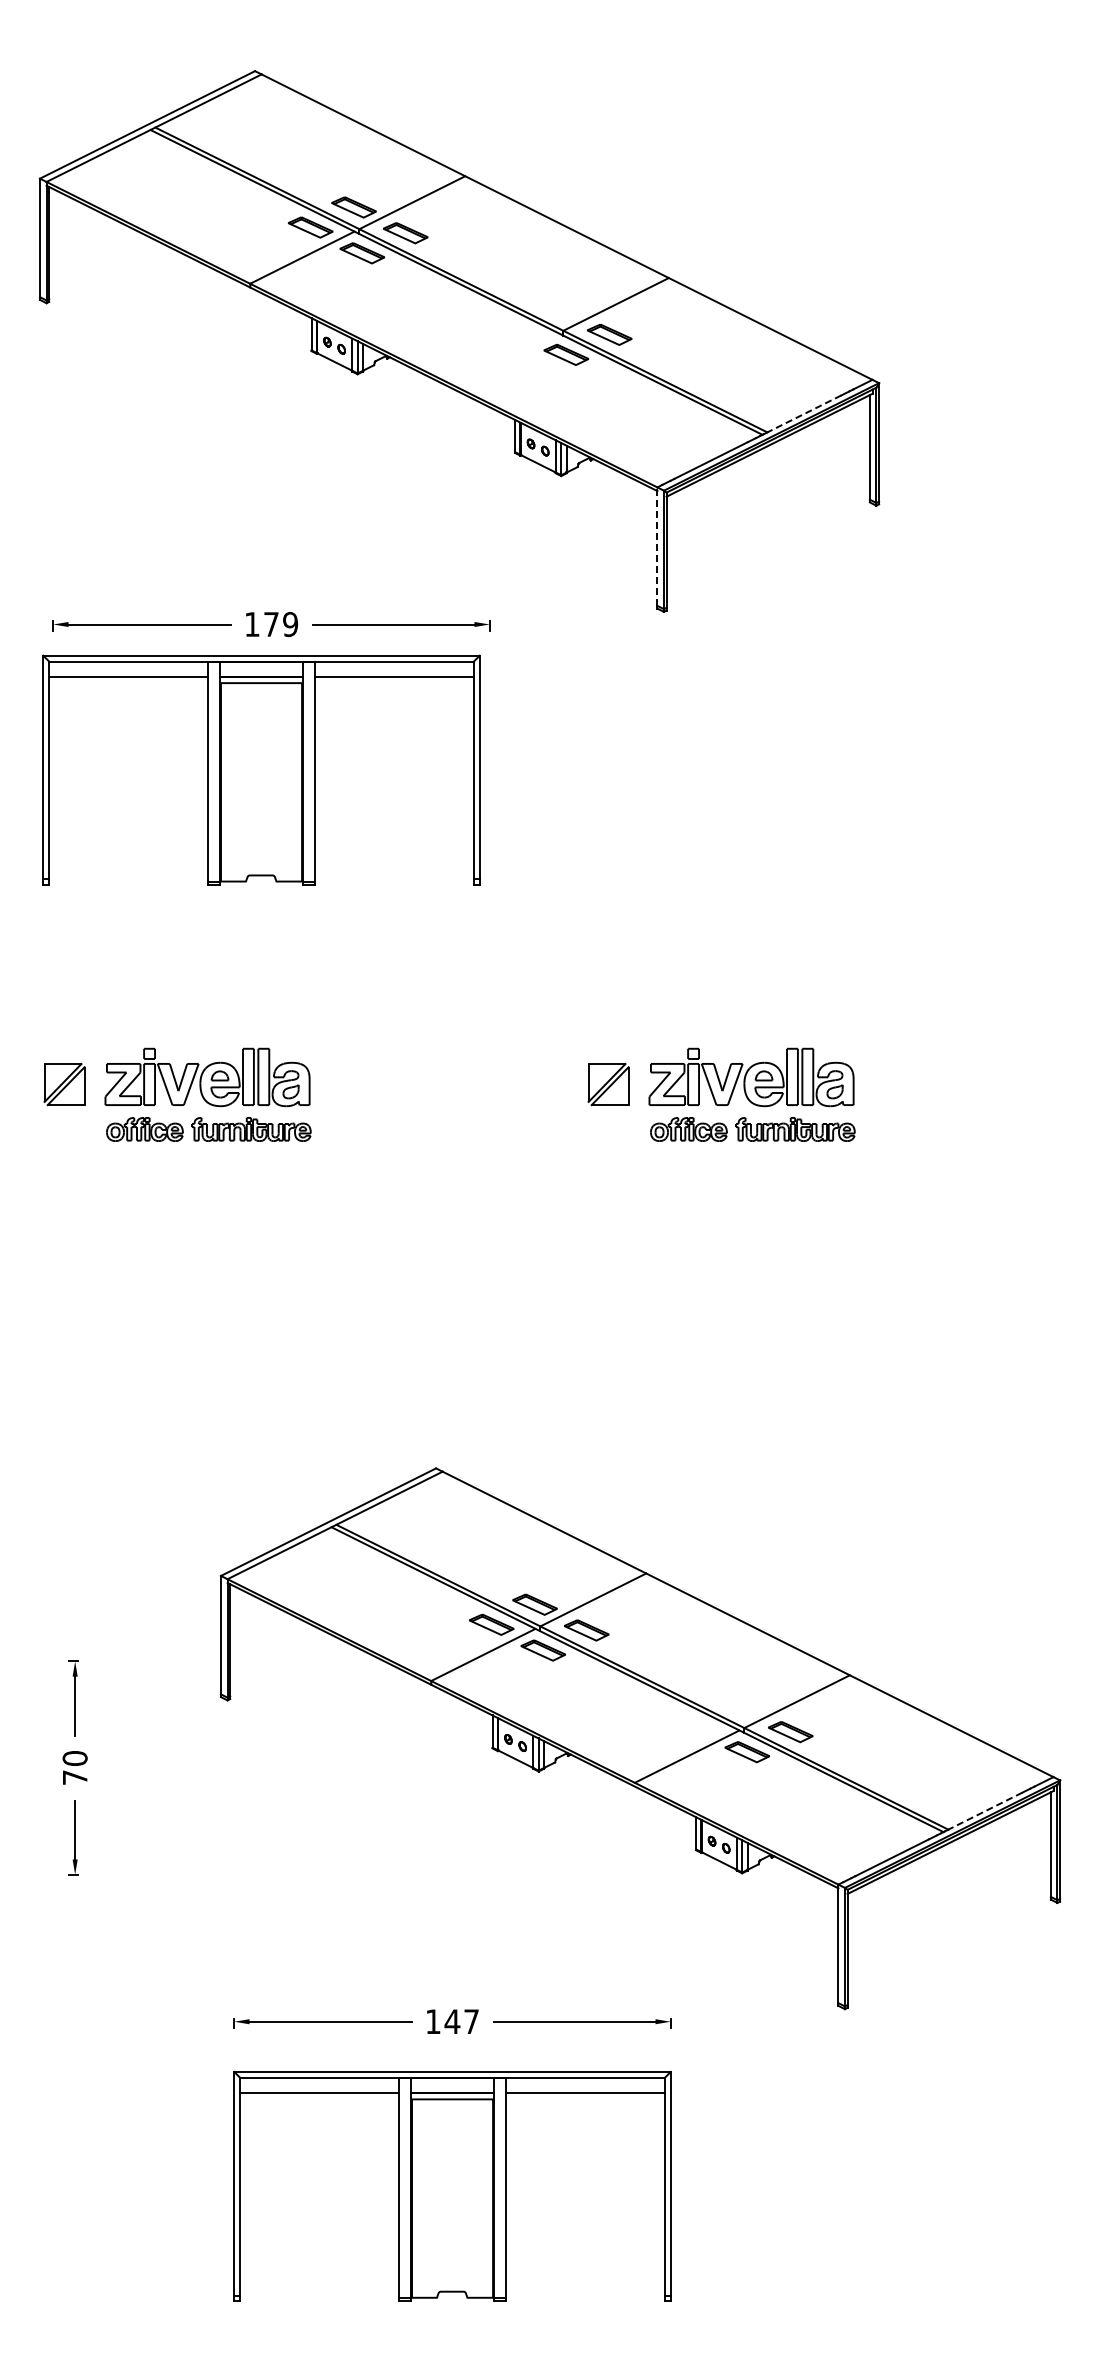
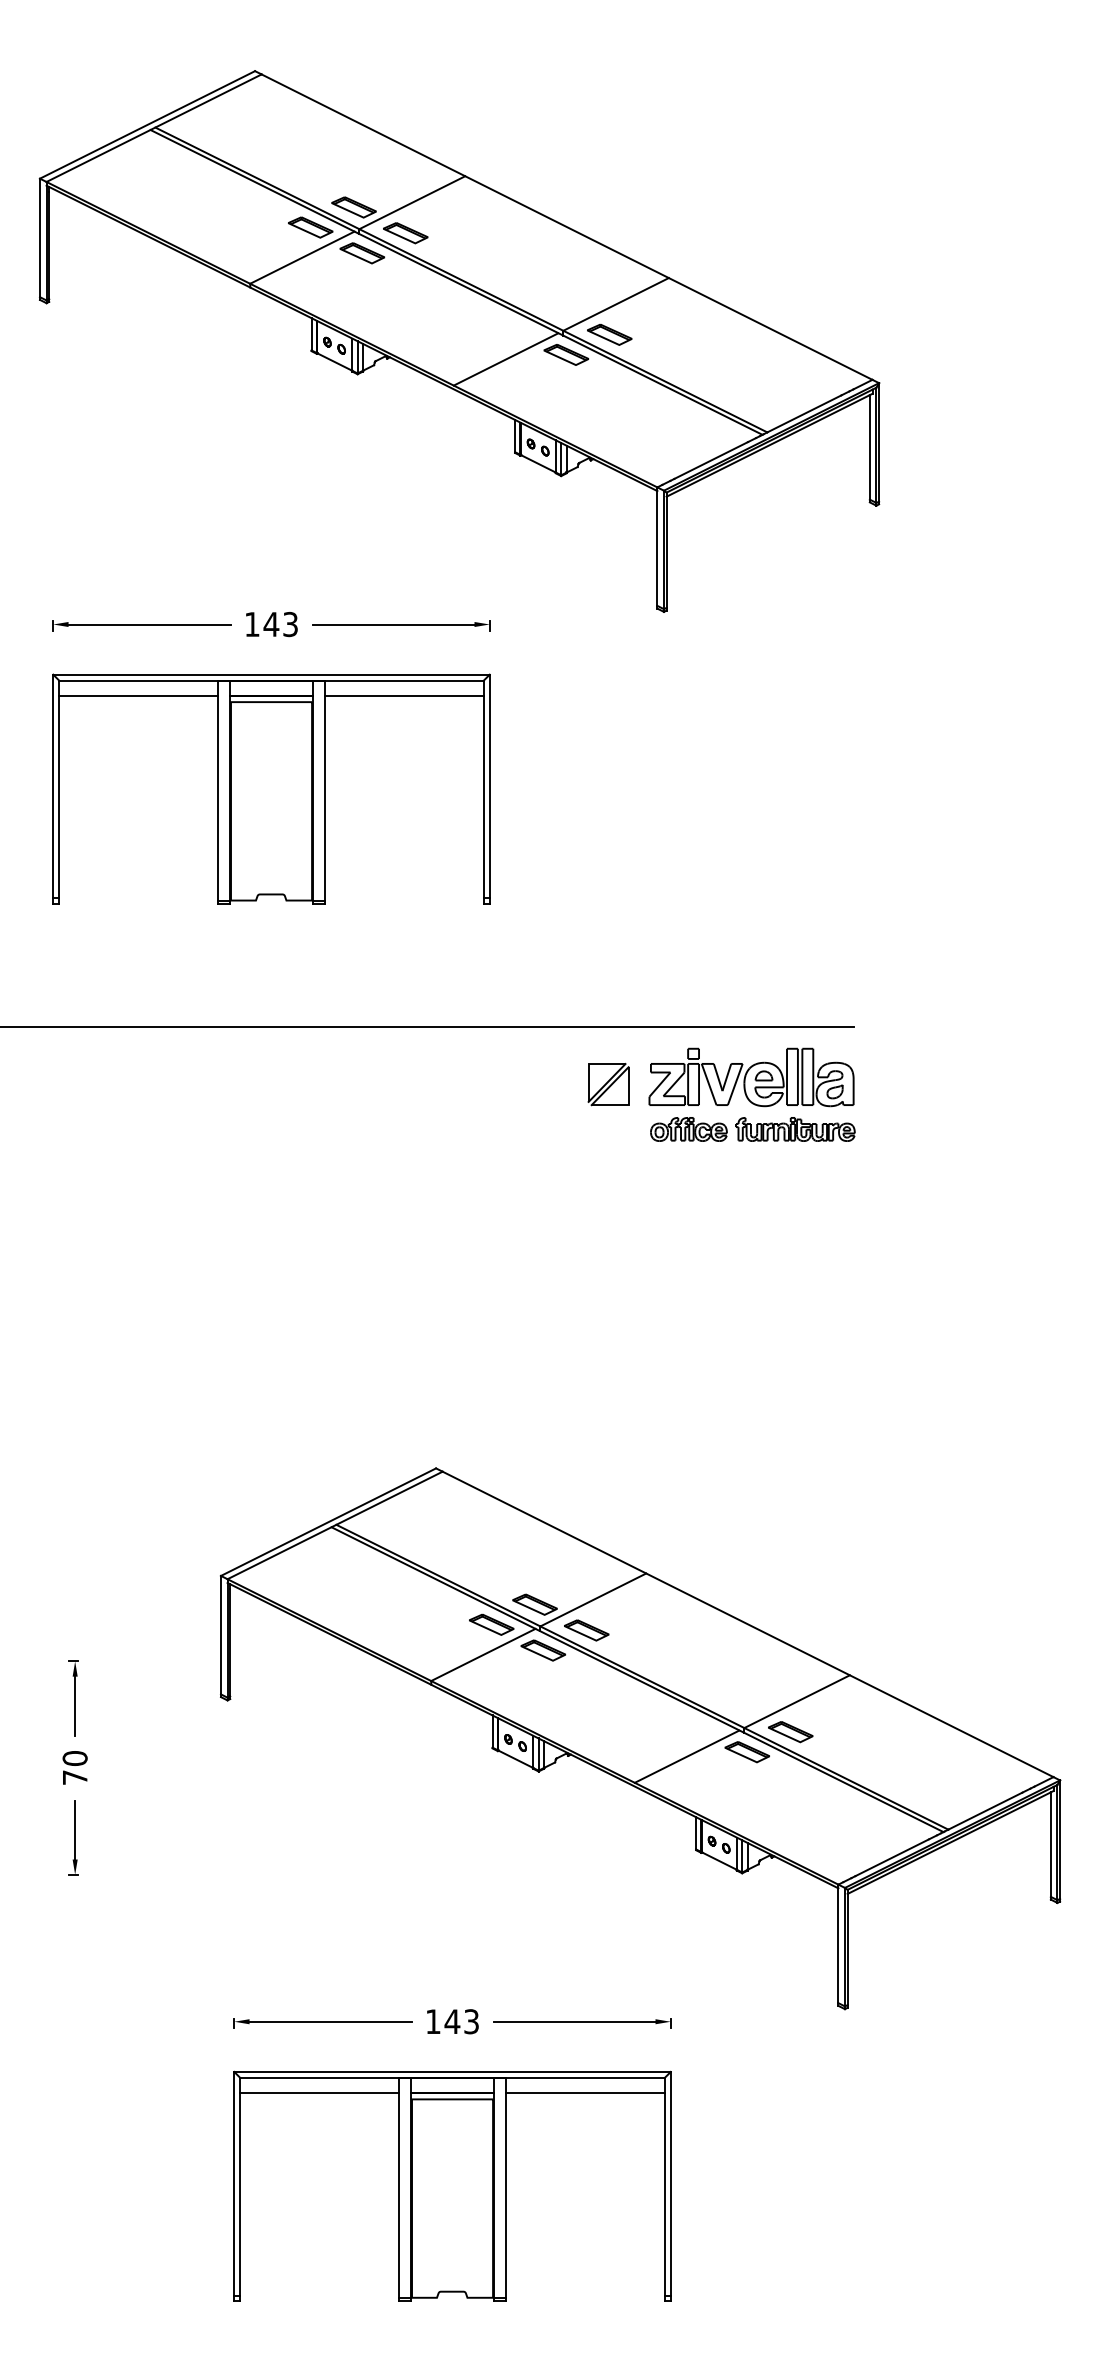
line at (505, 359): none -> present
line at (804, 414): dashed -> solid
line at (657, 546): dashed -> solid
text at (280, 624): 179 -> 143
part at (261, 769) position: (261, 769) -> (271, 788)
line at (427, 1026): none -> present
part at (177, 1094): present -> none
line at (985, 1811): dashed -> solid
text at (471, 2021): 147 -> 143
